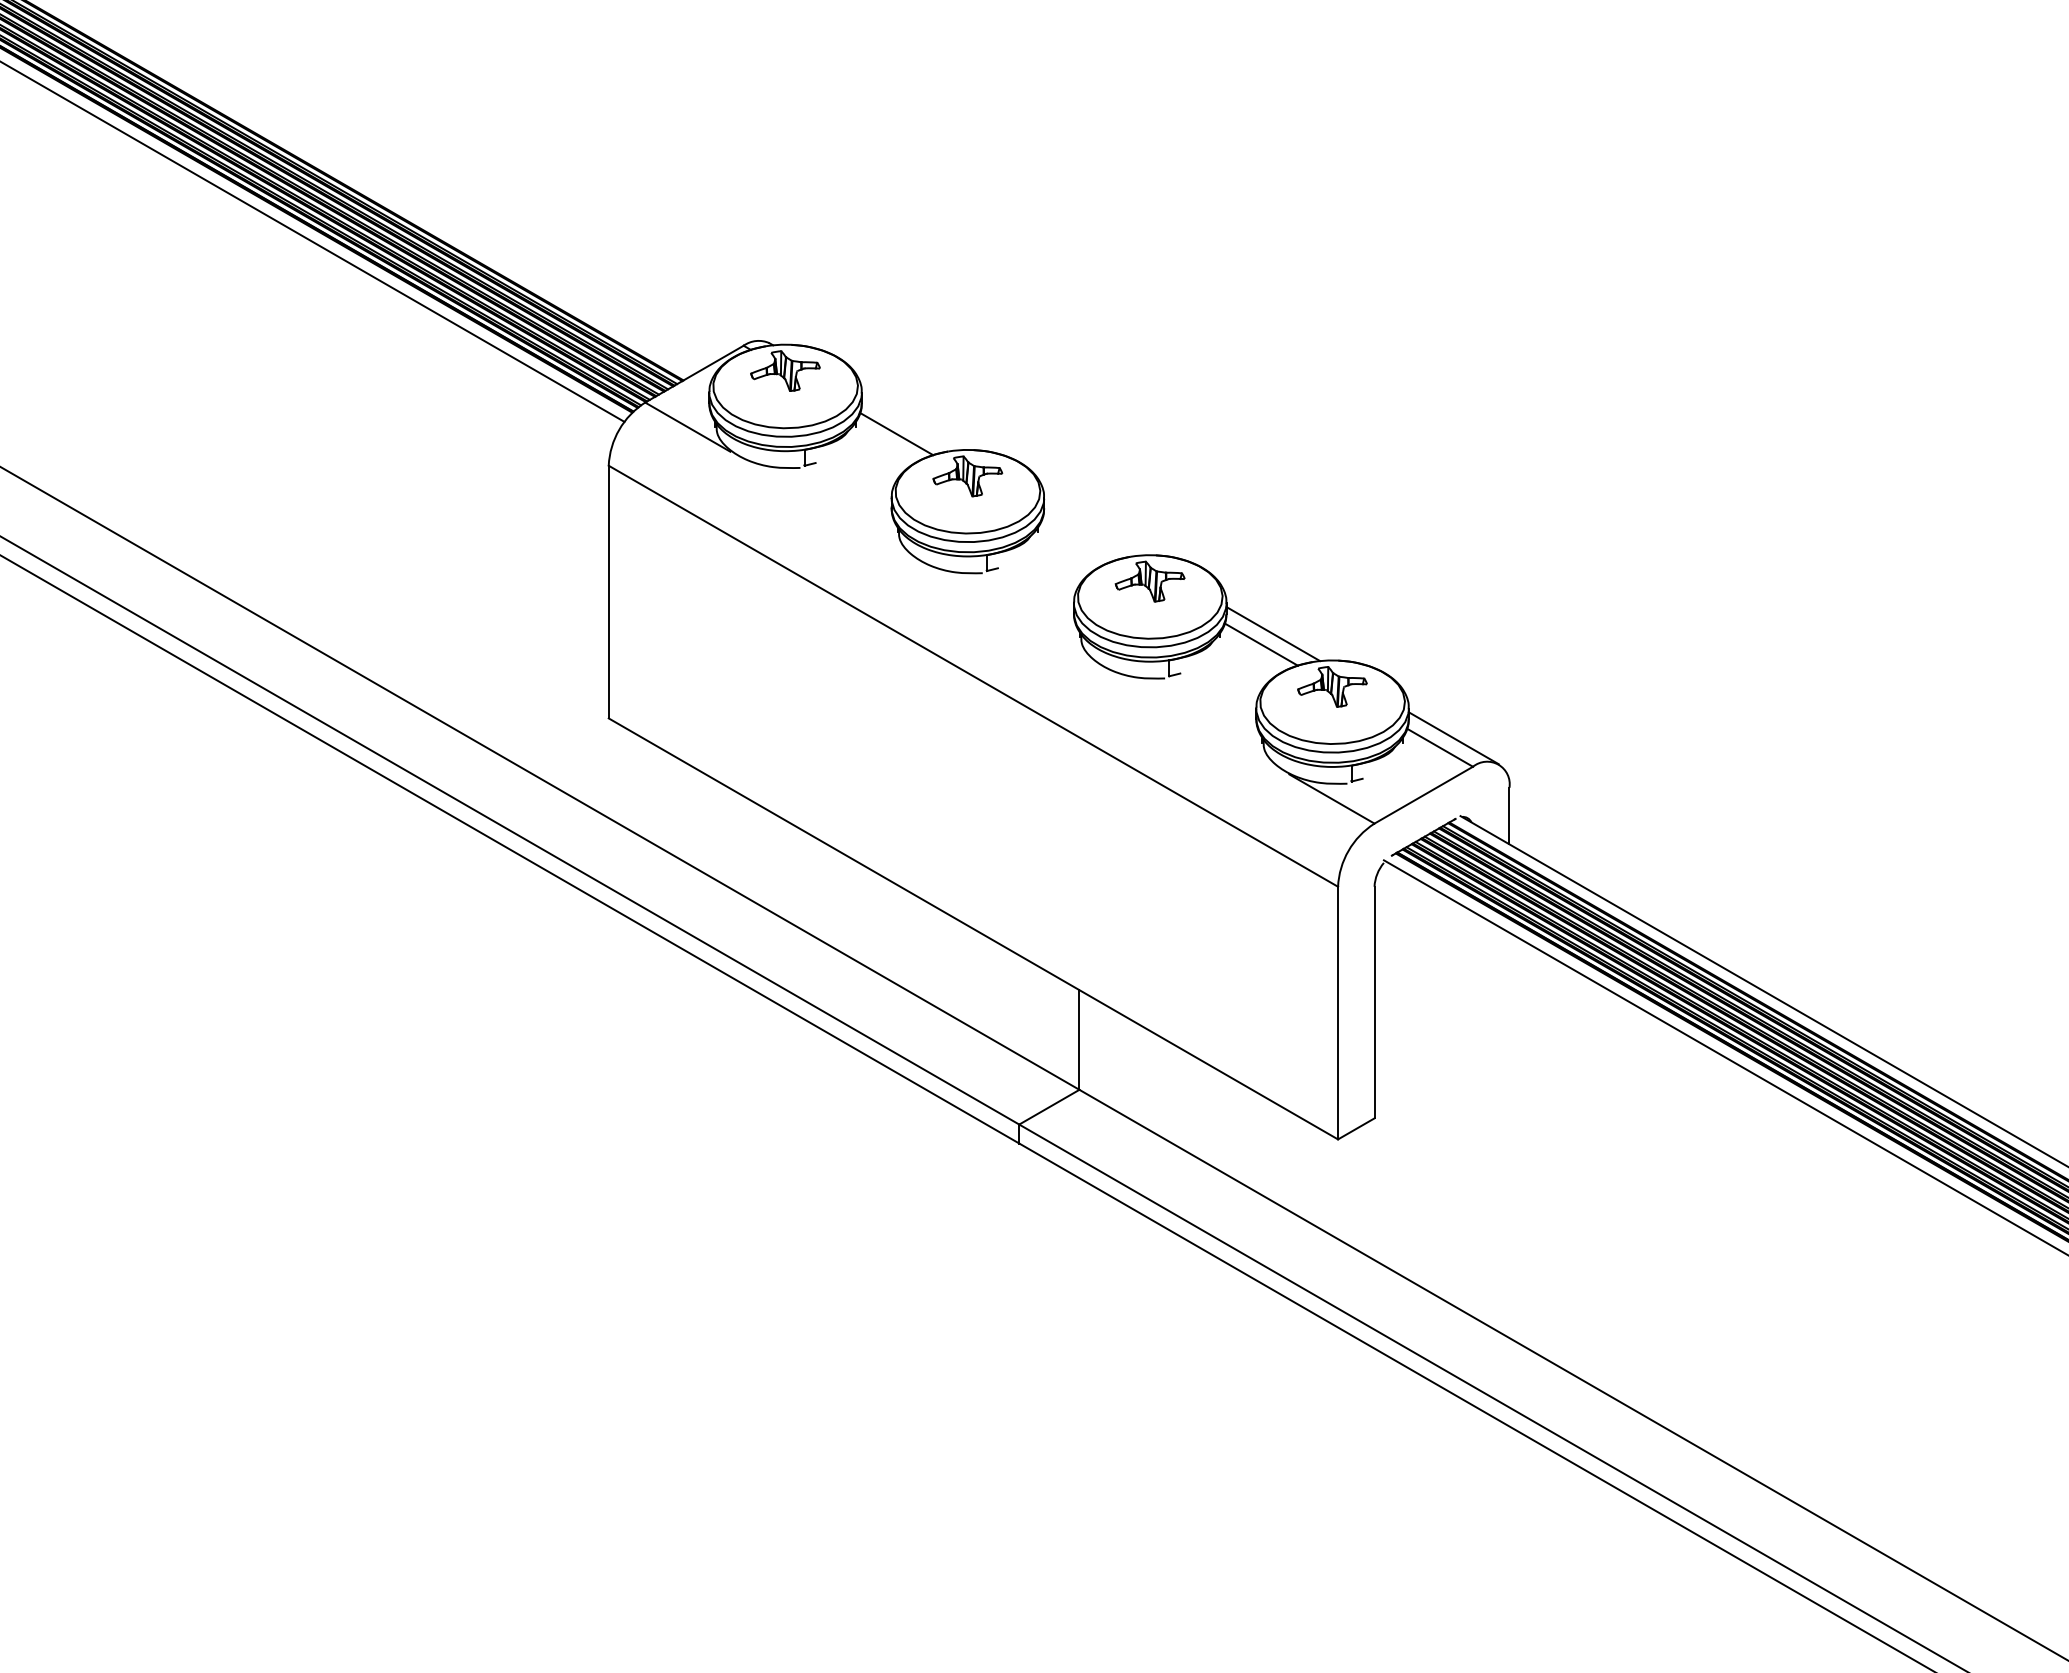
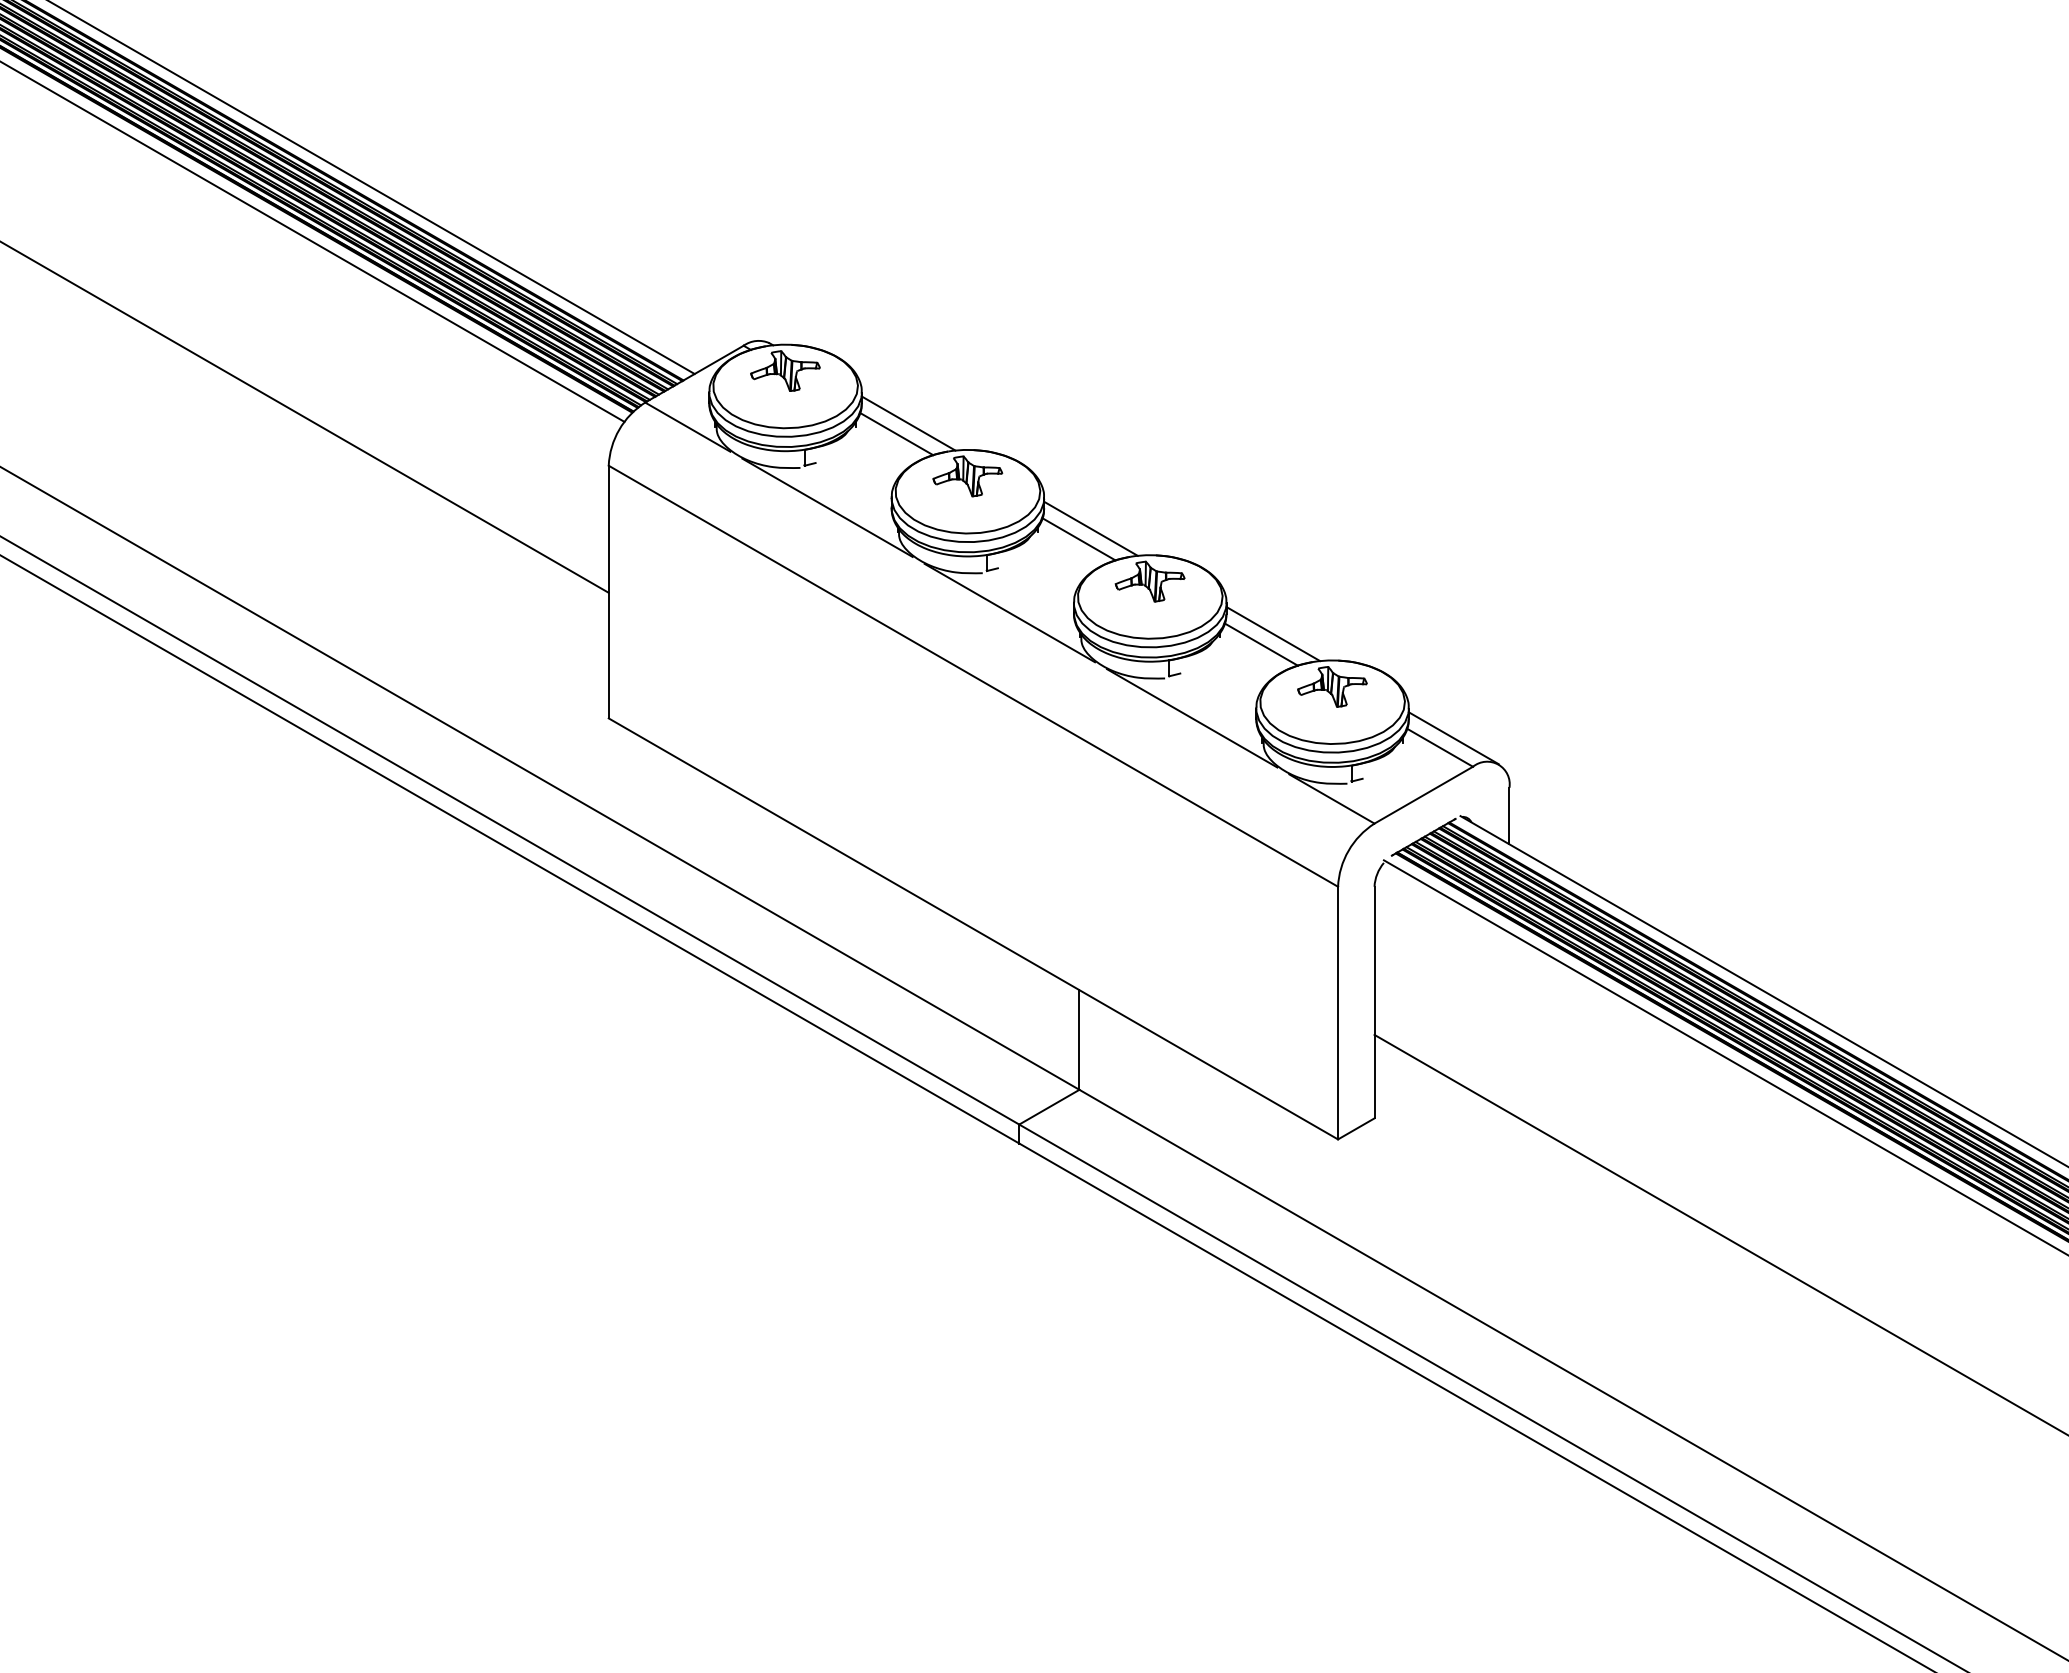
line at (372, 188): none -> present
line at (305, 417): none -> present
line at (908, 423): none -> present
line at (827, 507): none -> present
line at (1090, 528): none -> present
line at (1078, 539): none -> present
line at (1009, 612): none -> present
line at (1192, 718): none -> present
line at (1719, 1234): none -> present
